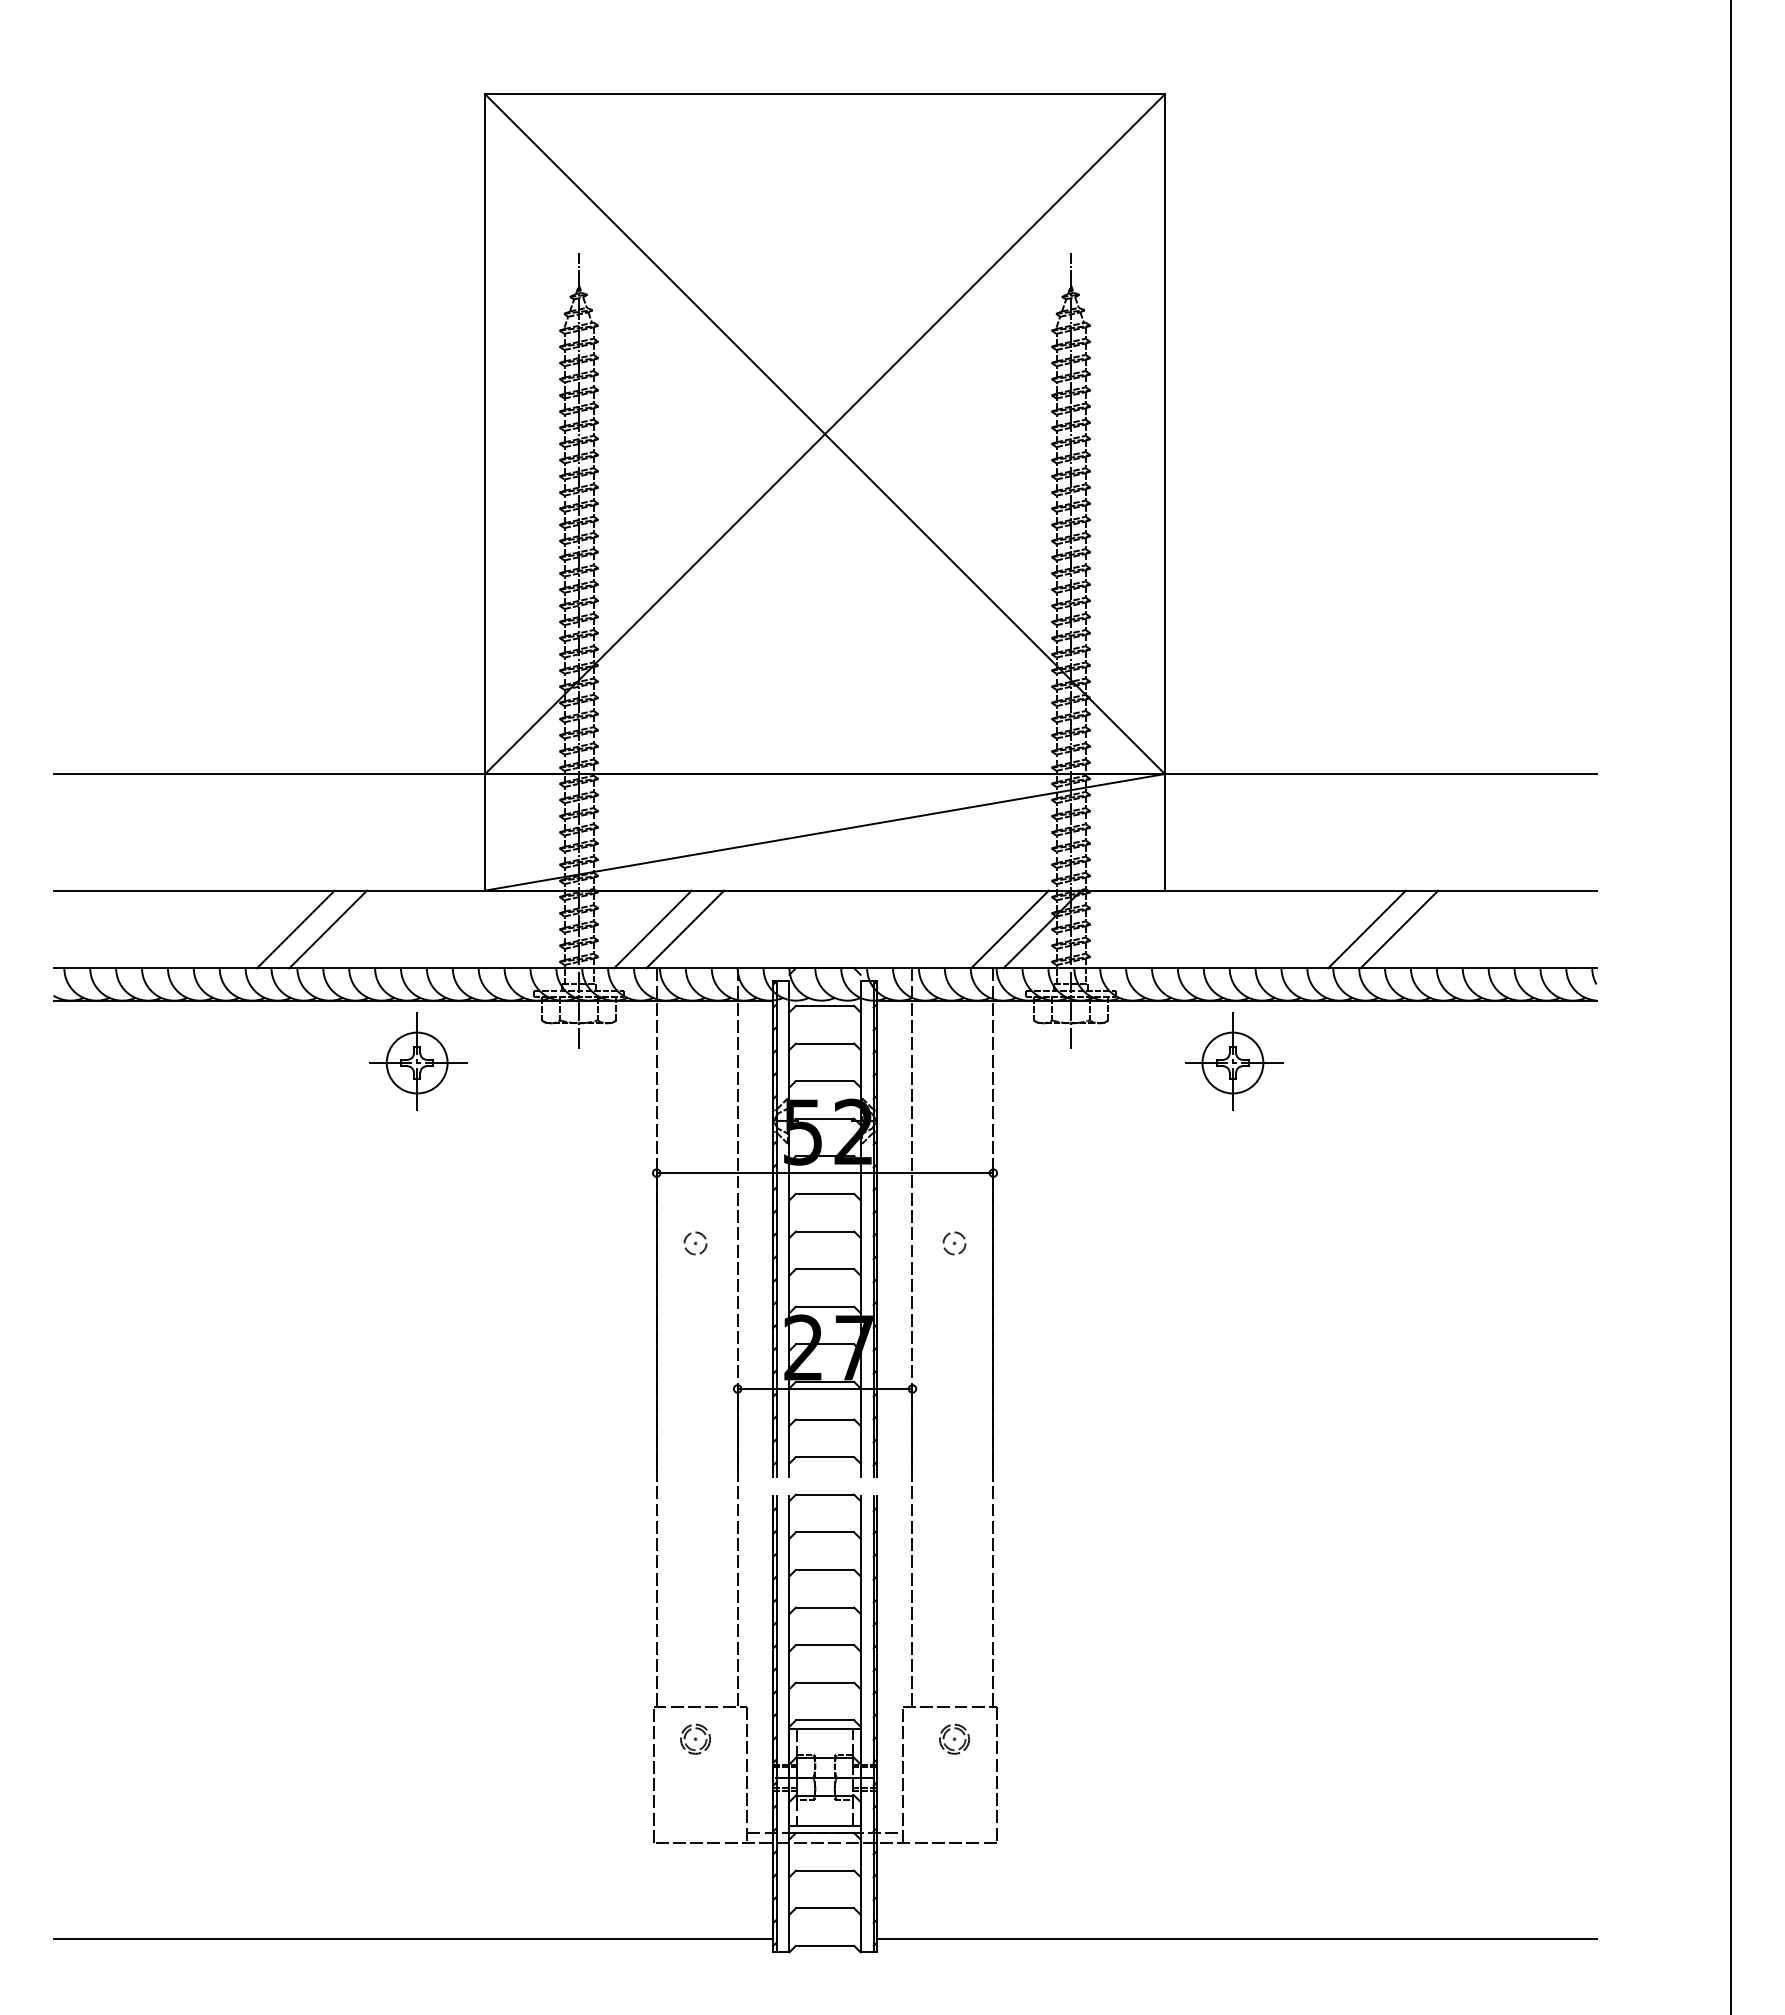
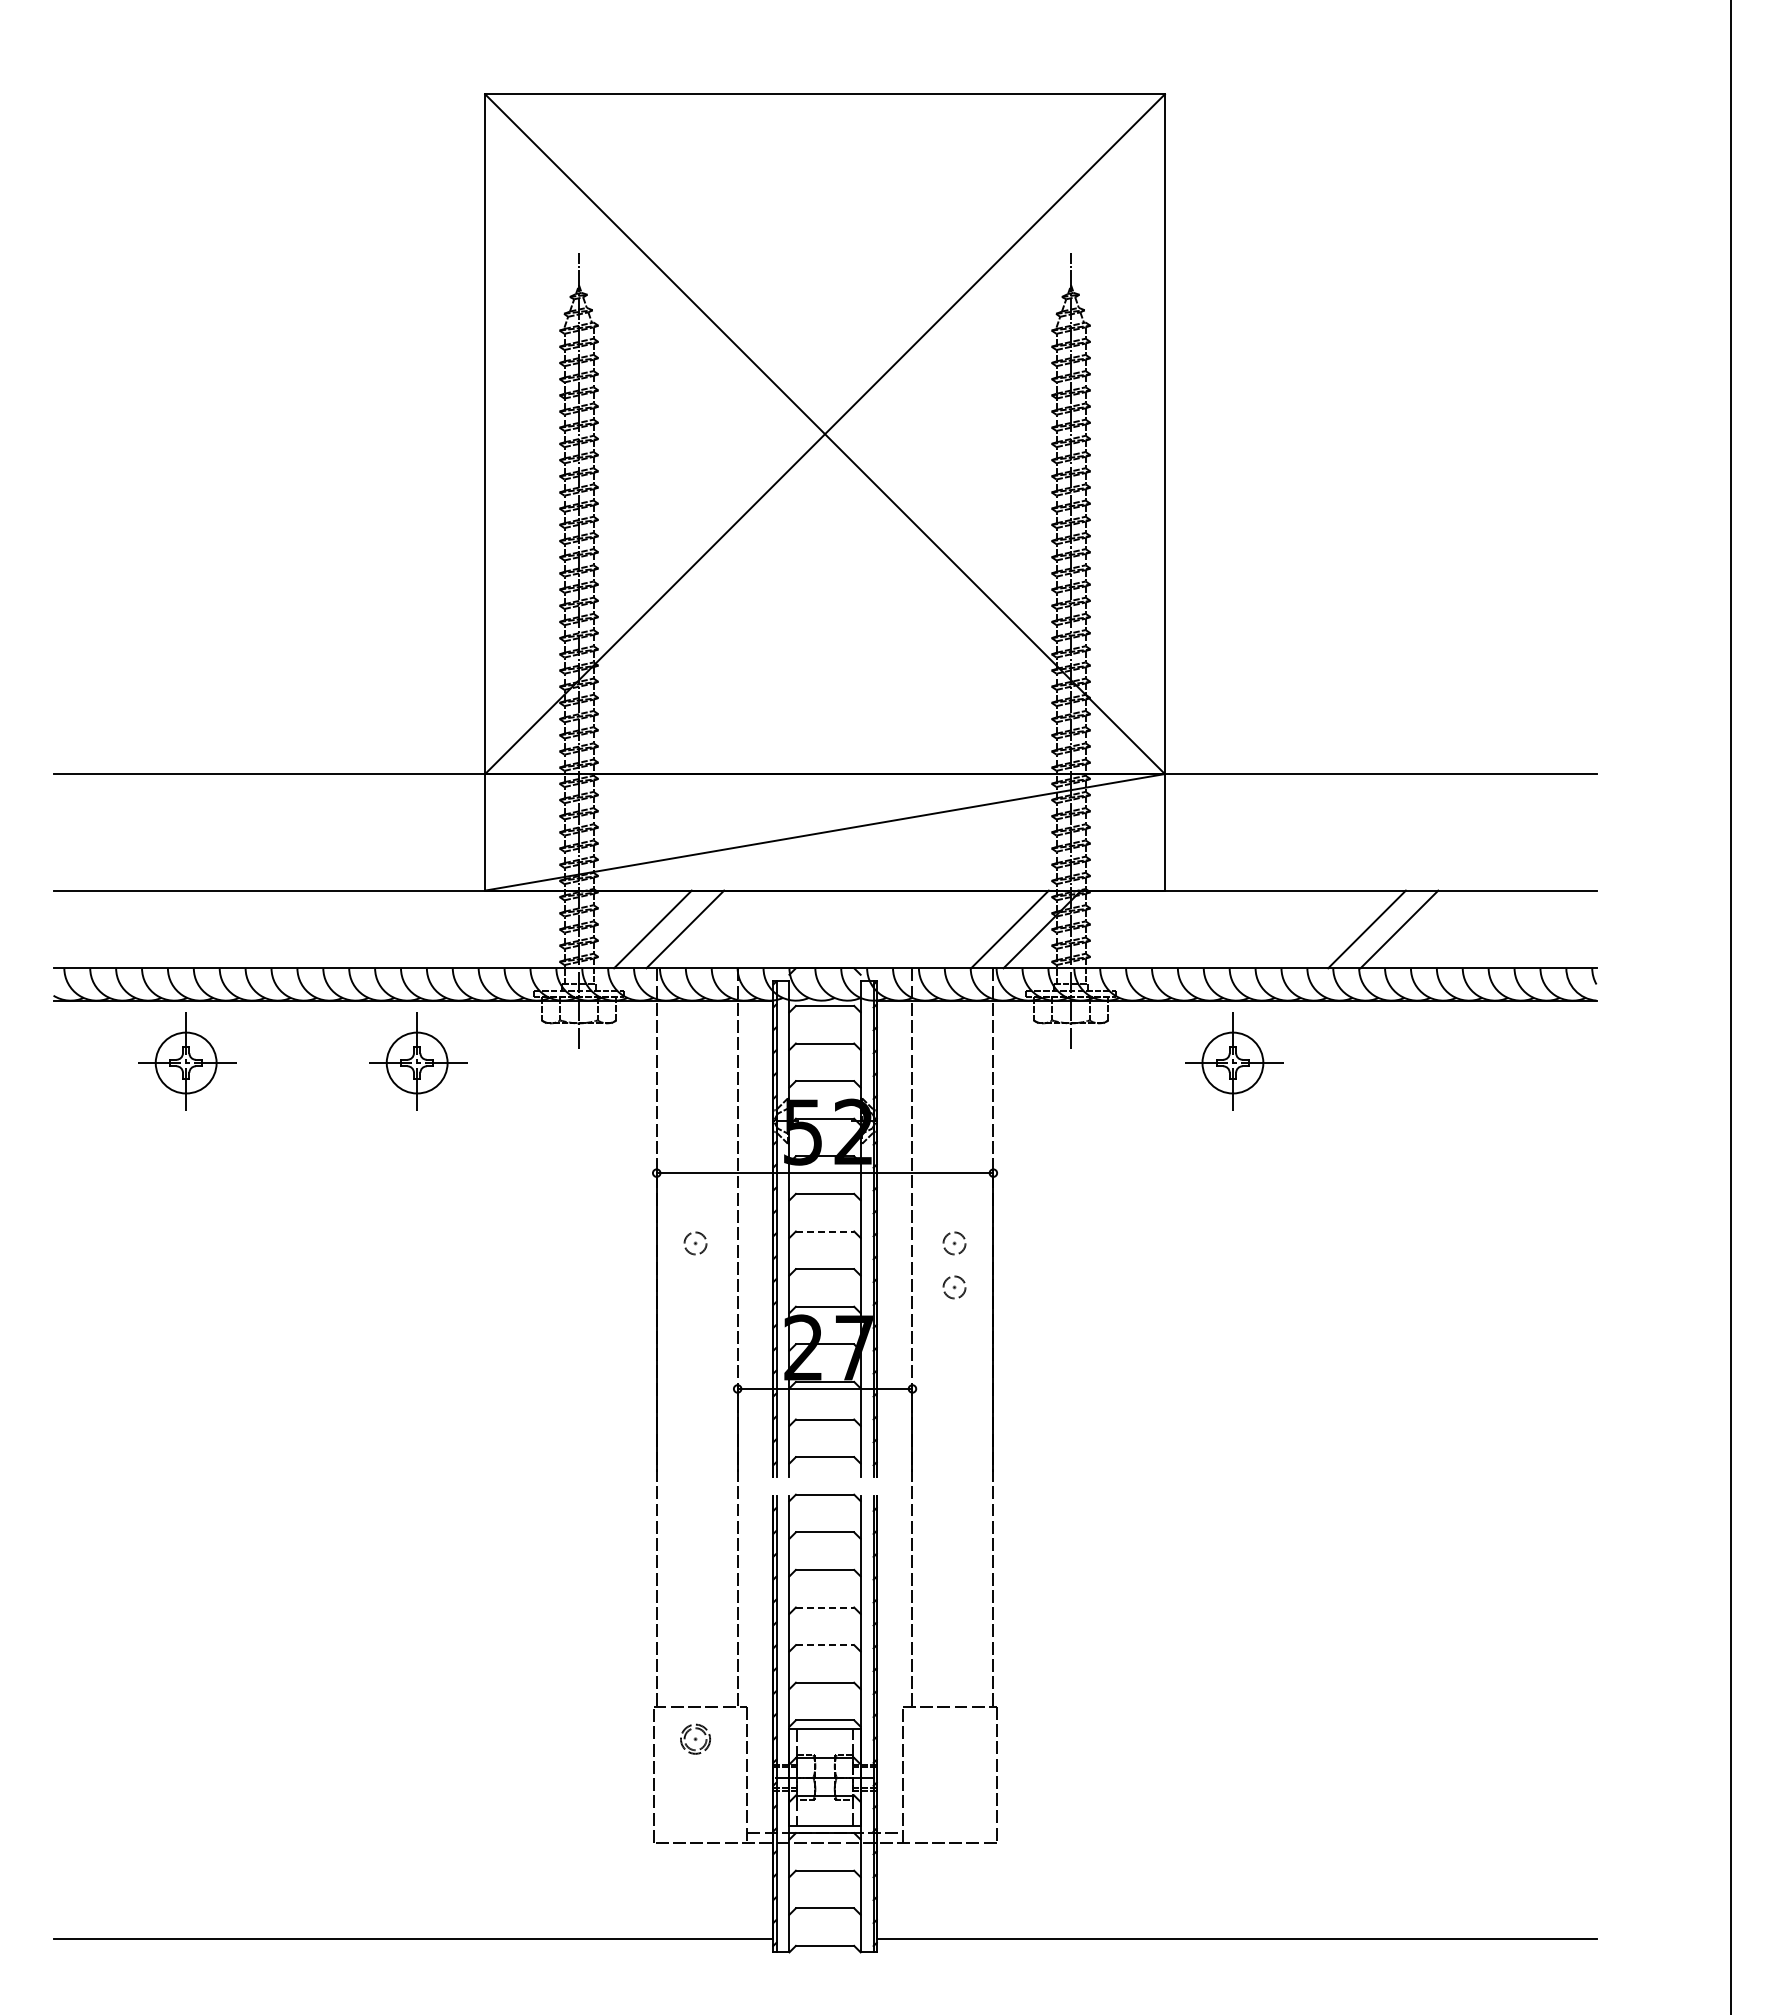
line at (295, 929): present -> none
line at (328, 929): present -> none
part at (187, 1061): none -> present
line at (825, 1231): solid -> dashed
part at (954, 1287): none -> present
line at (825, 1607): solid -> dashed
line at (825, 1645): solid -> dashed
part at (954, 1738): present -> none
